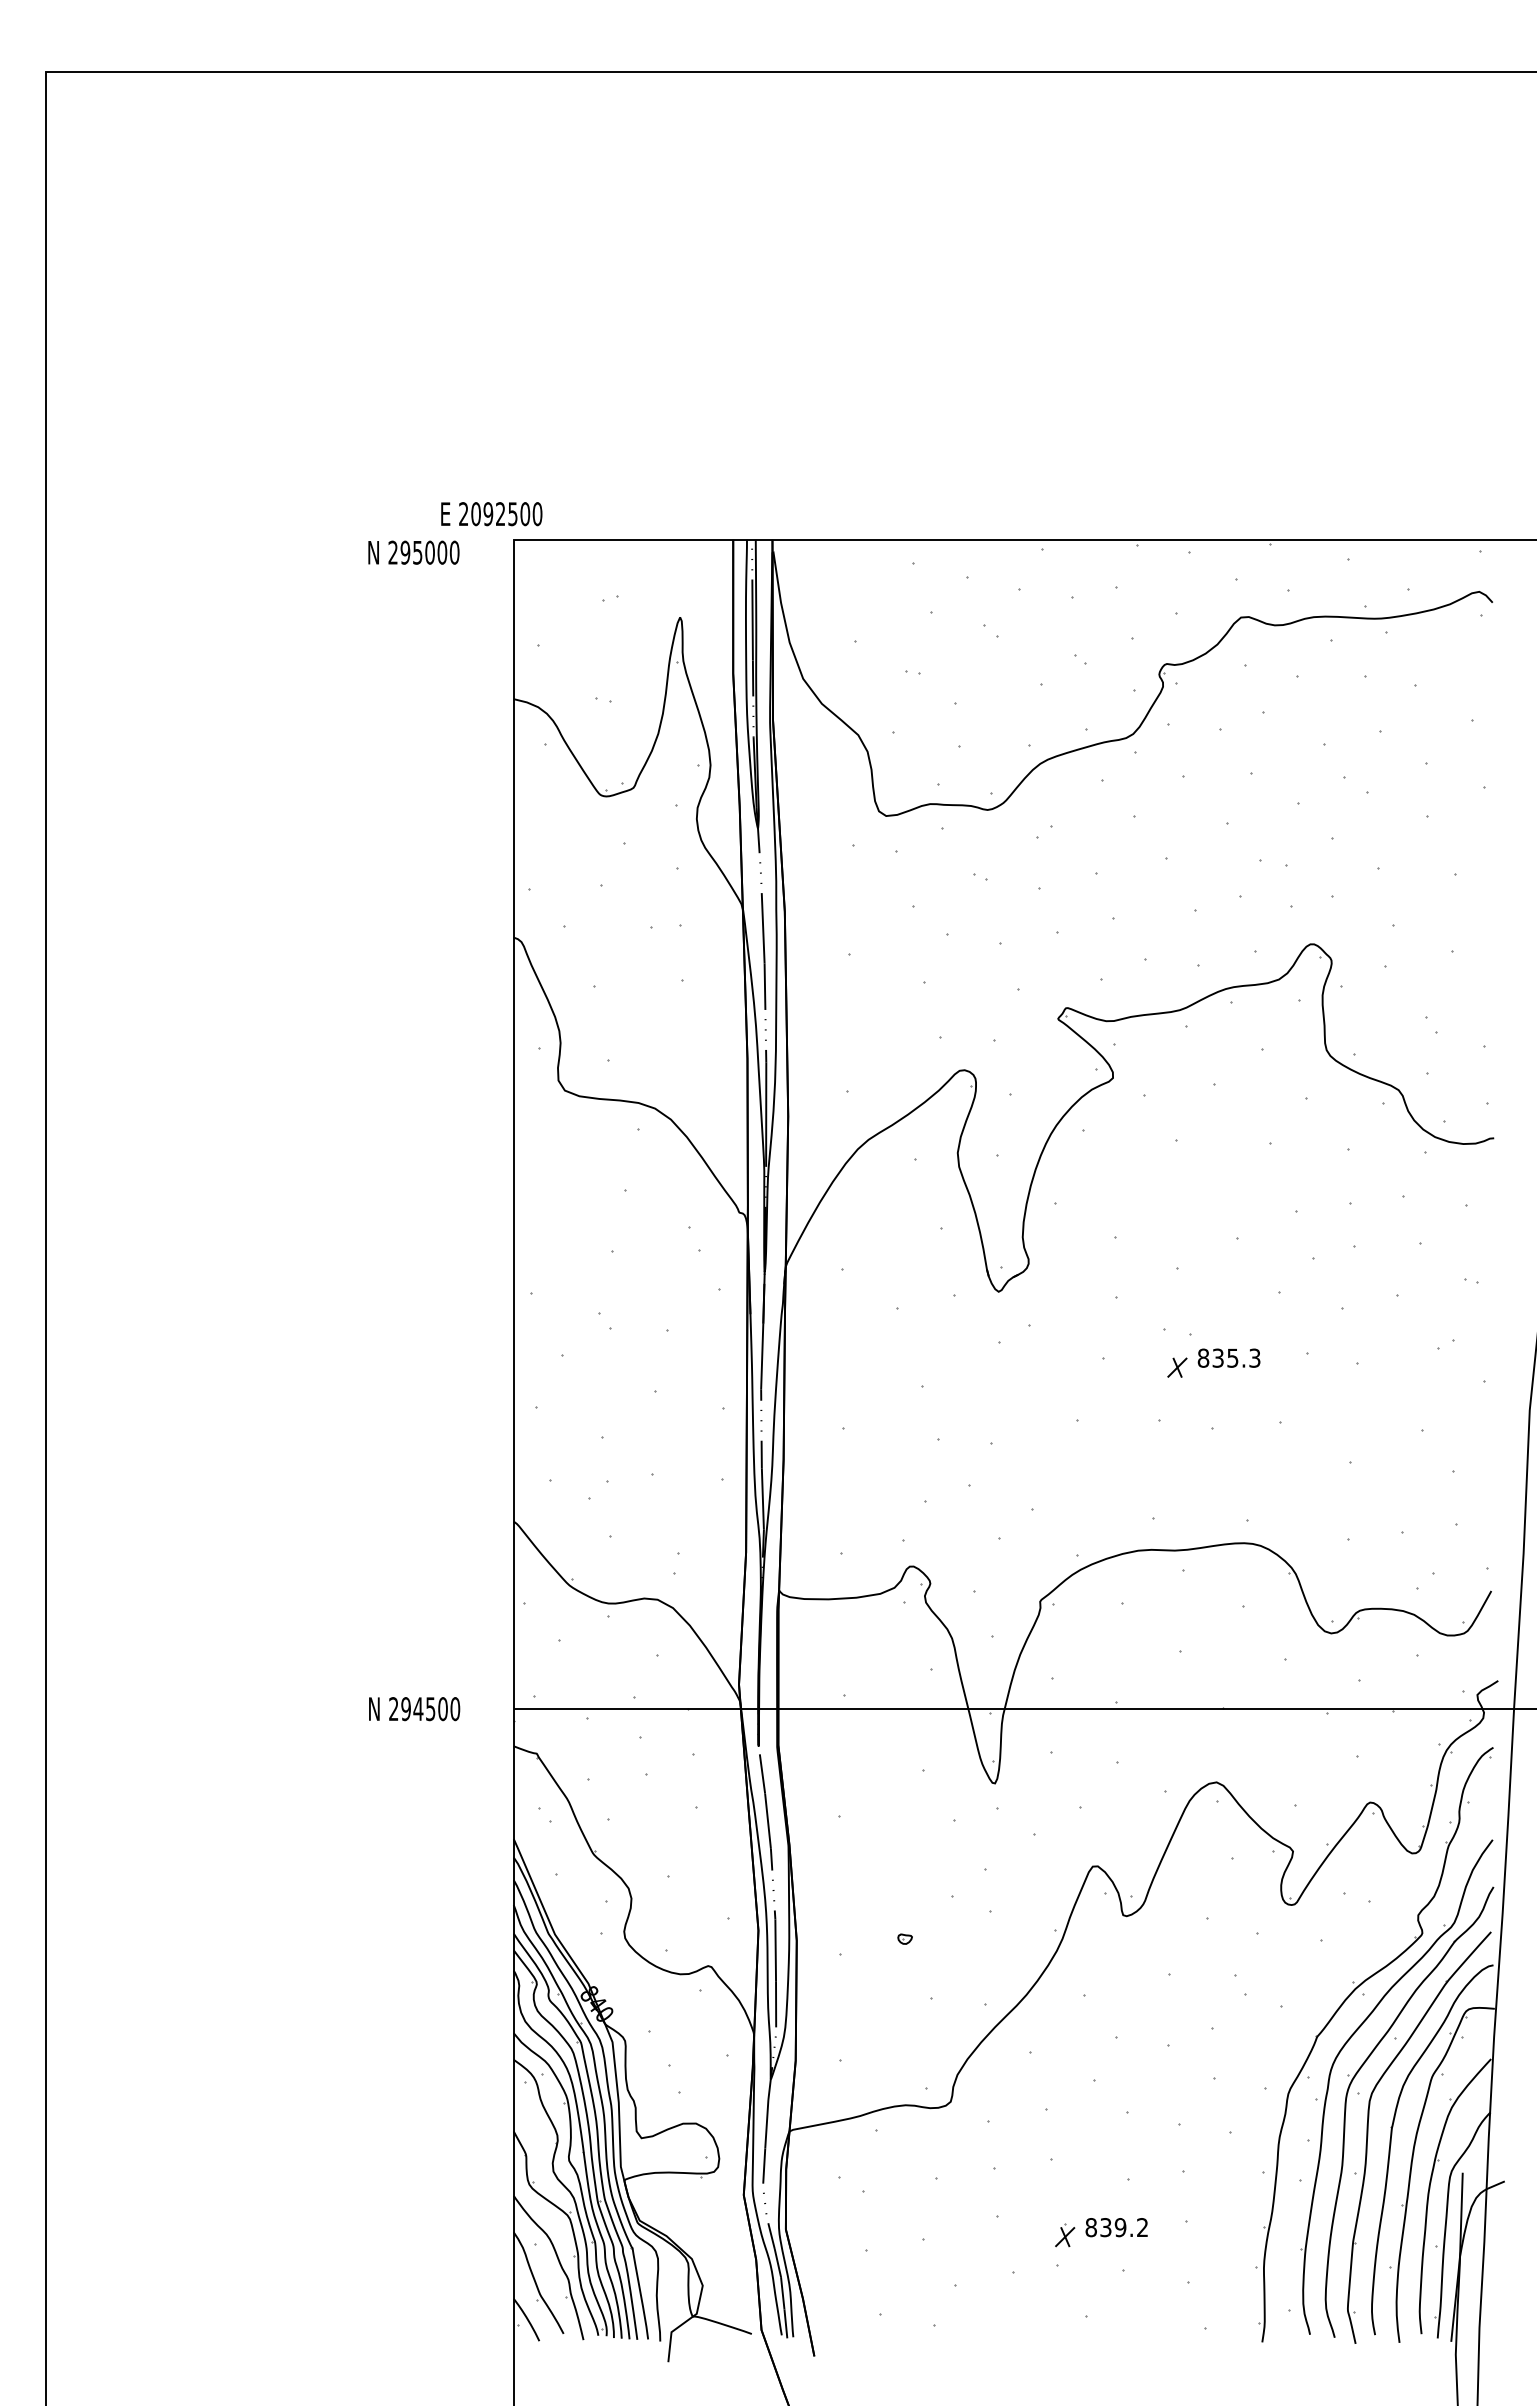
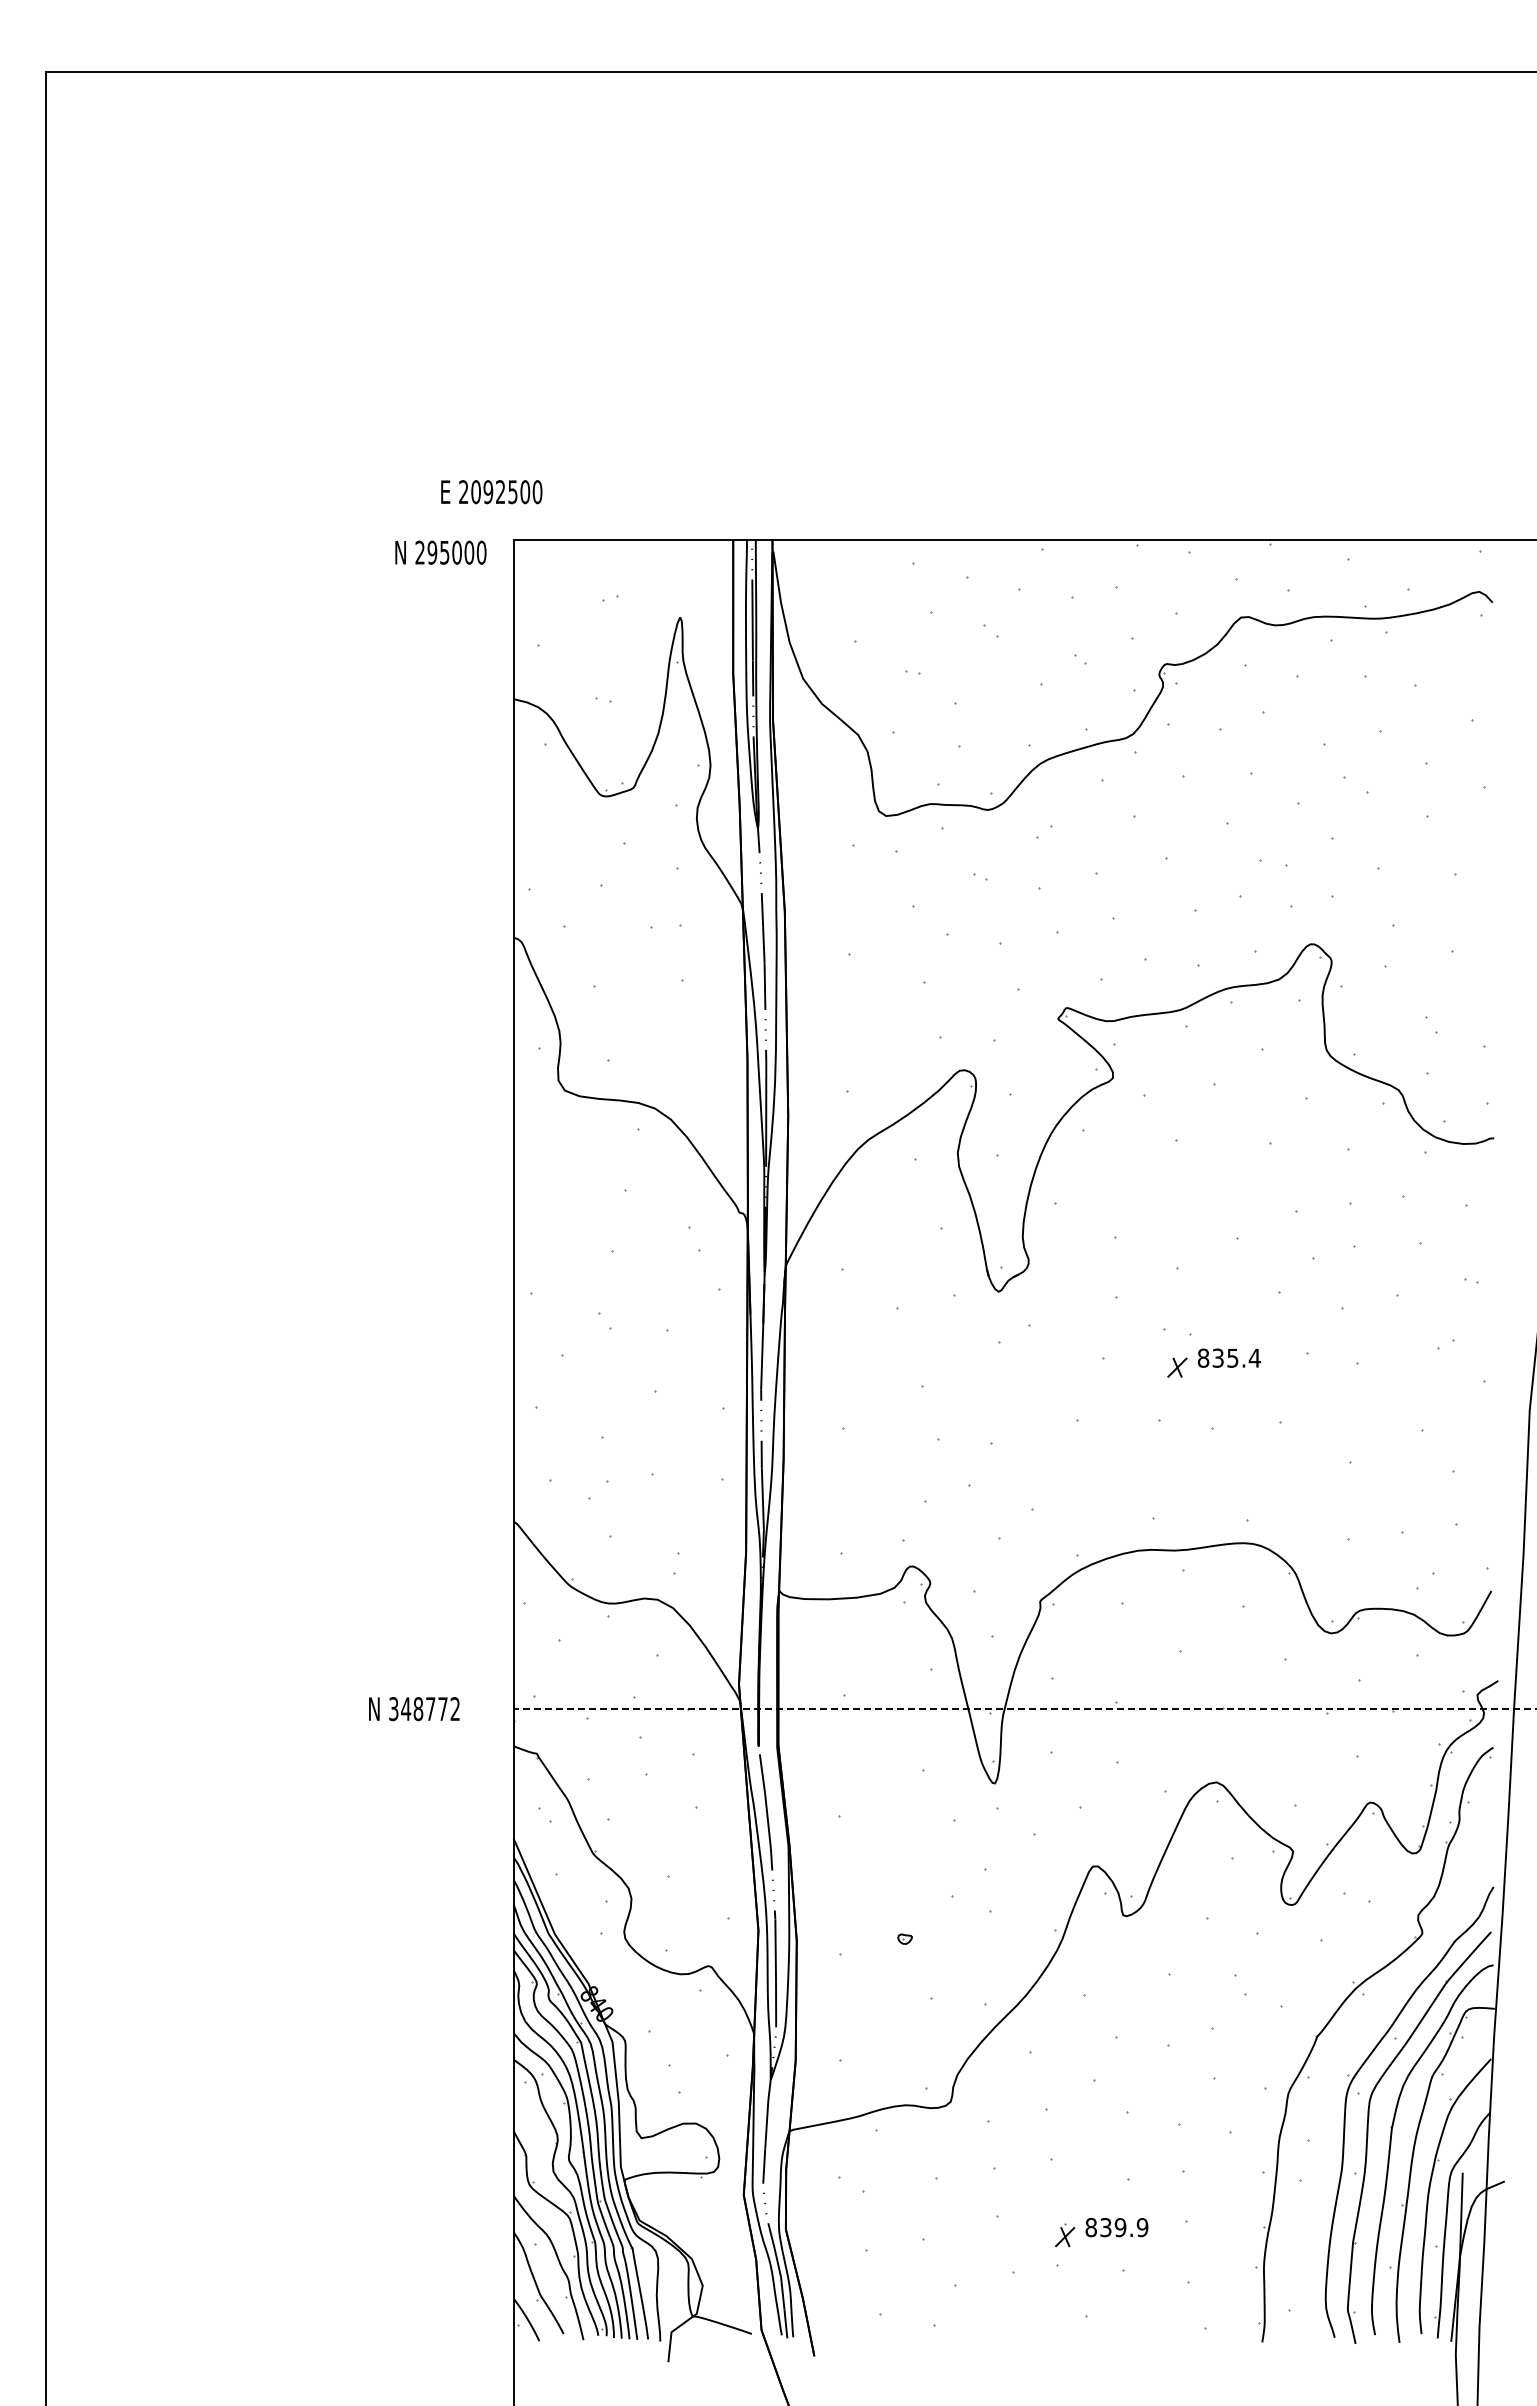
text at (491, 514) position: (491, 514) -> (491, 492)
text at (413, 552) position: (413, 552) -> (440, 552)
text at (1254, 1357): 835.3 -> 835.4
text at (424, 1709): 294500 -> 348772
line at (1024, 1709): solid -> dashed
part at (1341, 2051): present -> none
text at (1142, 2227): 839.2 -> 839.9
